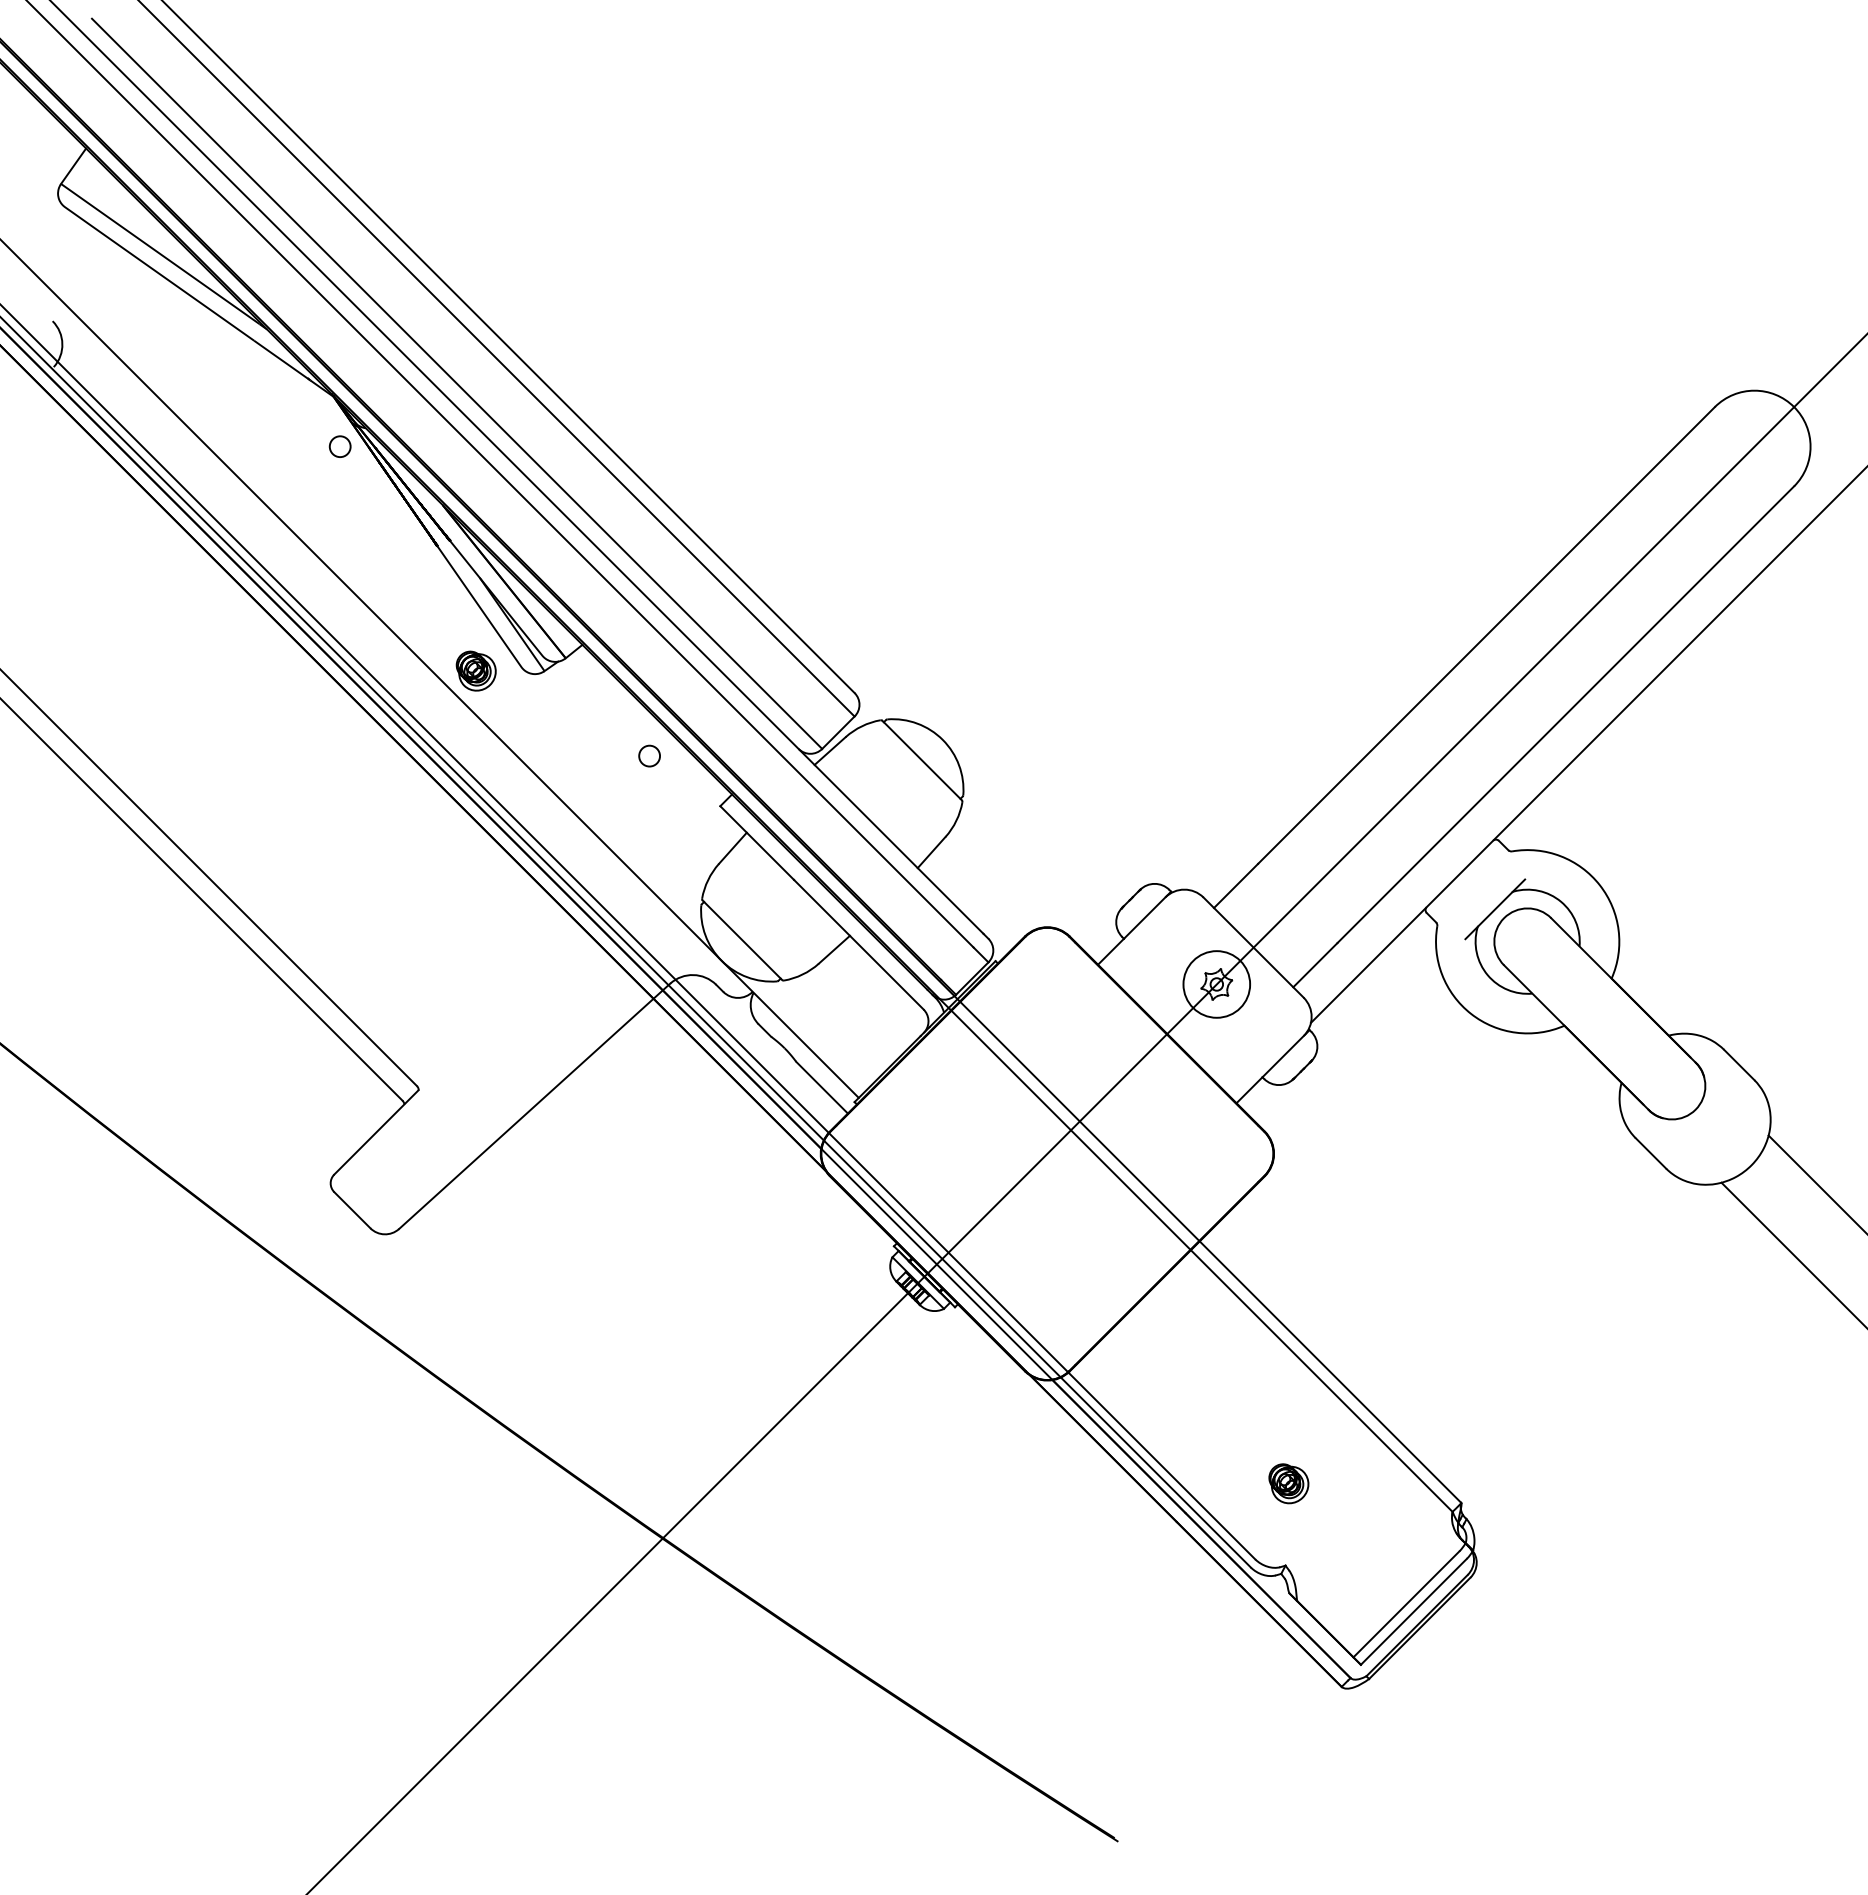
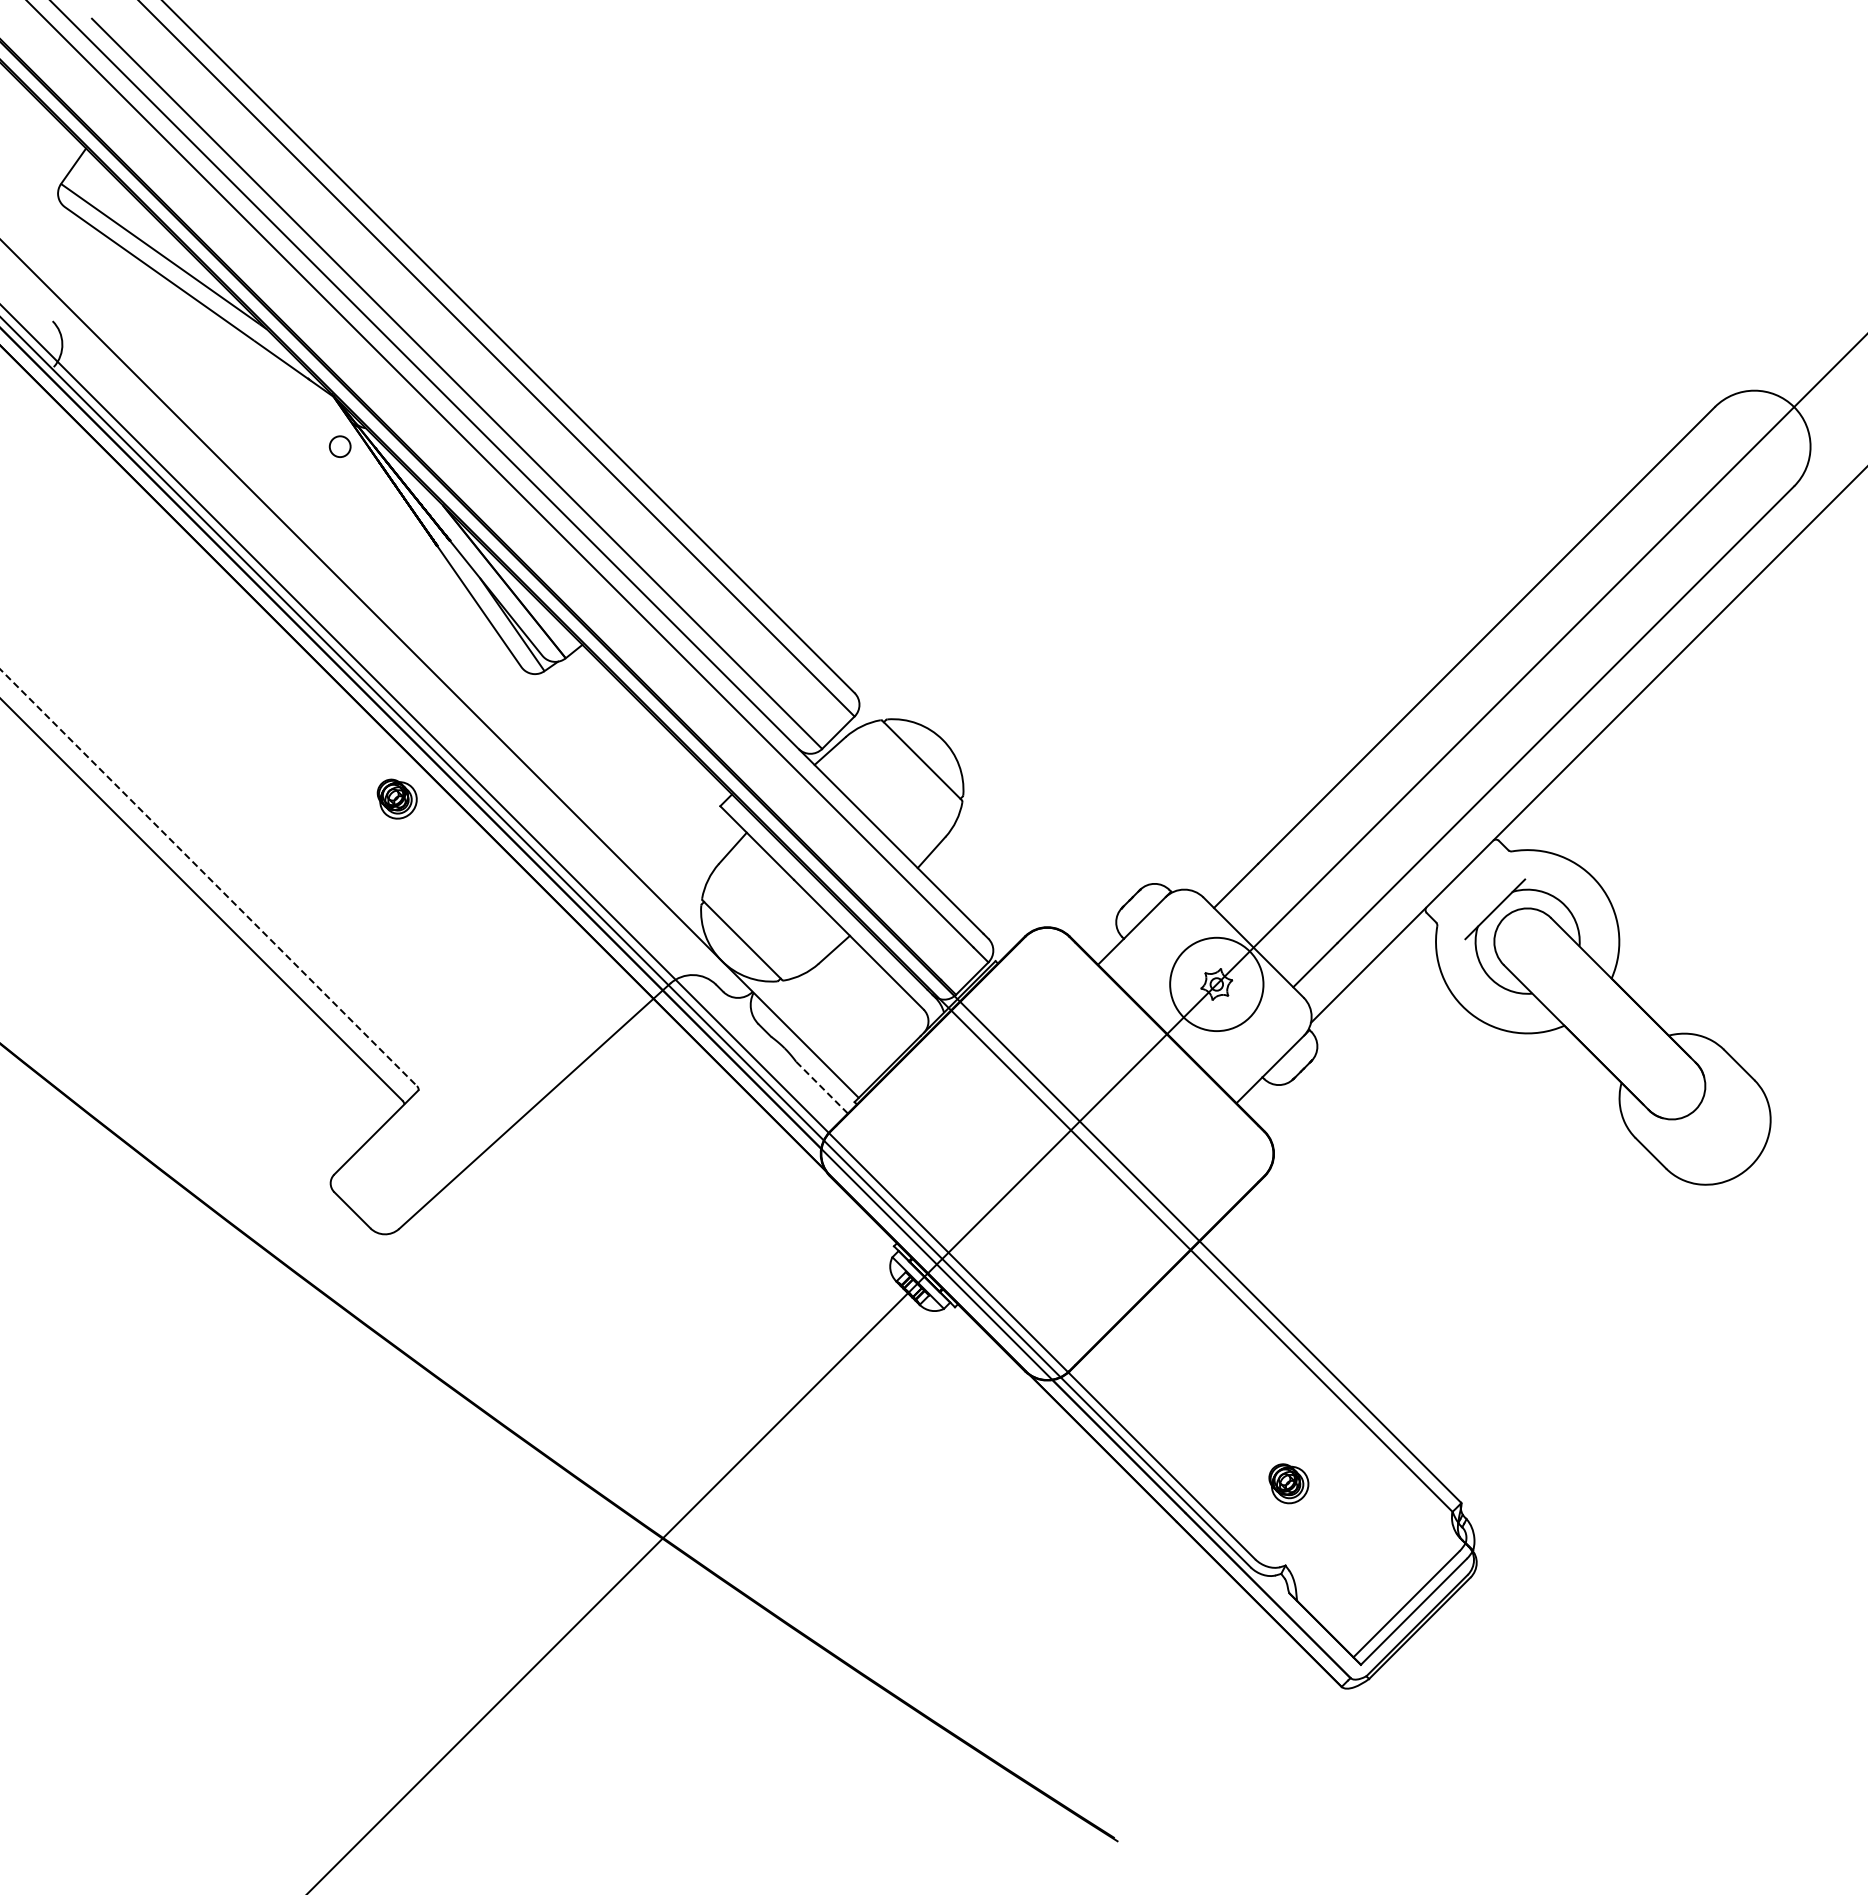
part at (475, 670) position: (475, 670) -> (396, 798)
circle at (649, 755): present -> none
line at (208, 877): solid -> dashed
circle at (1216, 984) diameter: 67 px -> 93 px
line at (822, 1087): solid -> dashed
line at (1816, 1183): present -> none
line at (1792, 1253): present -> none
